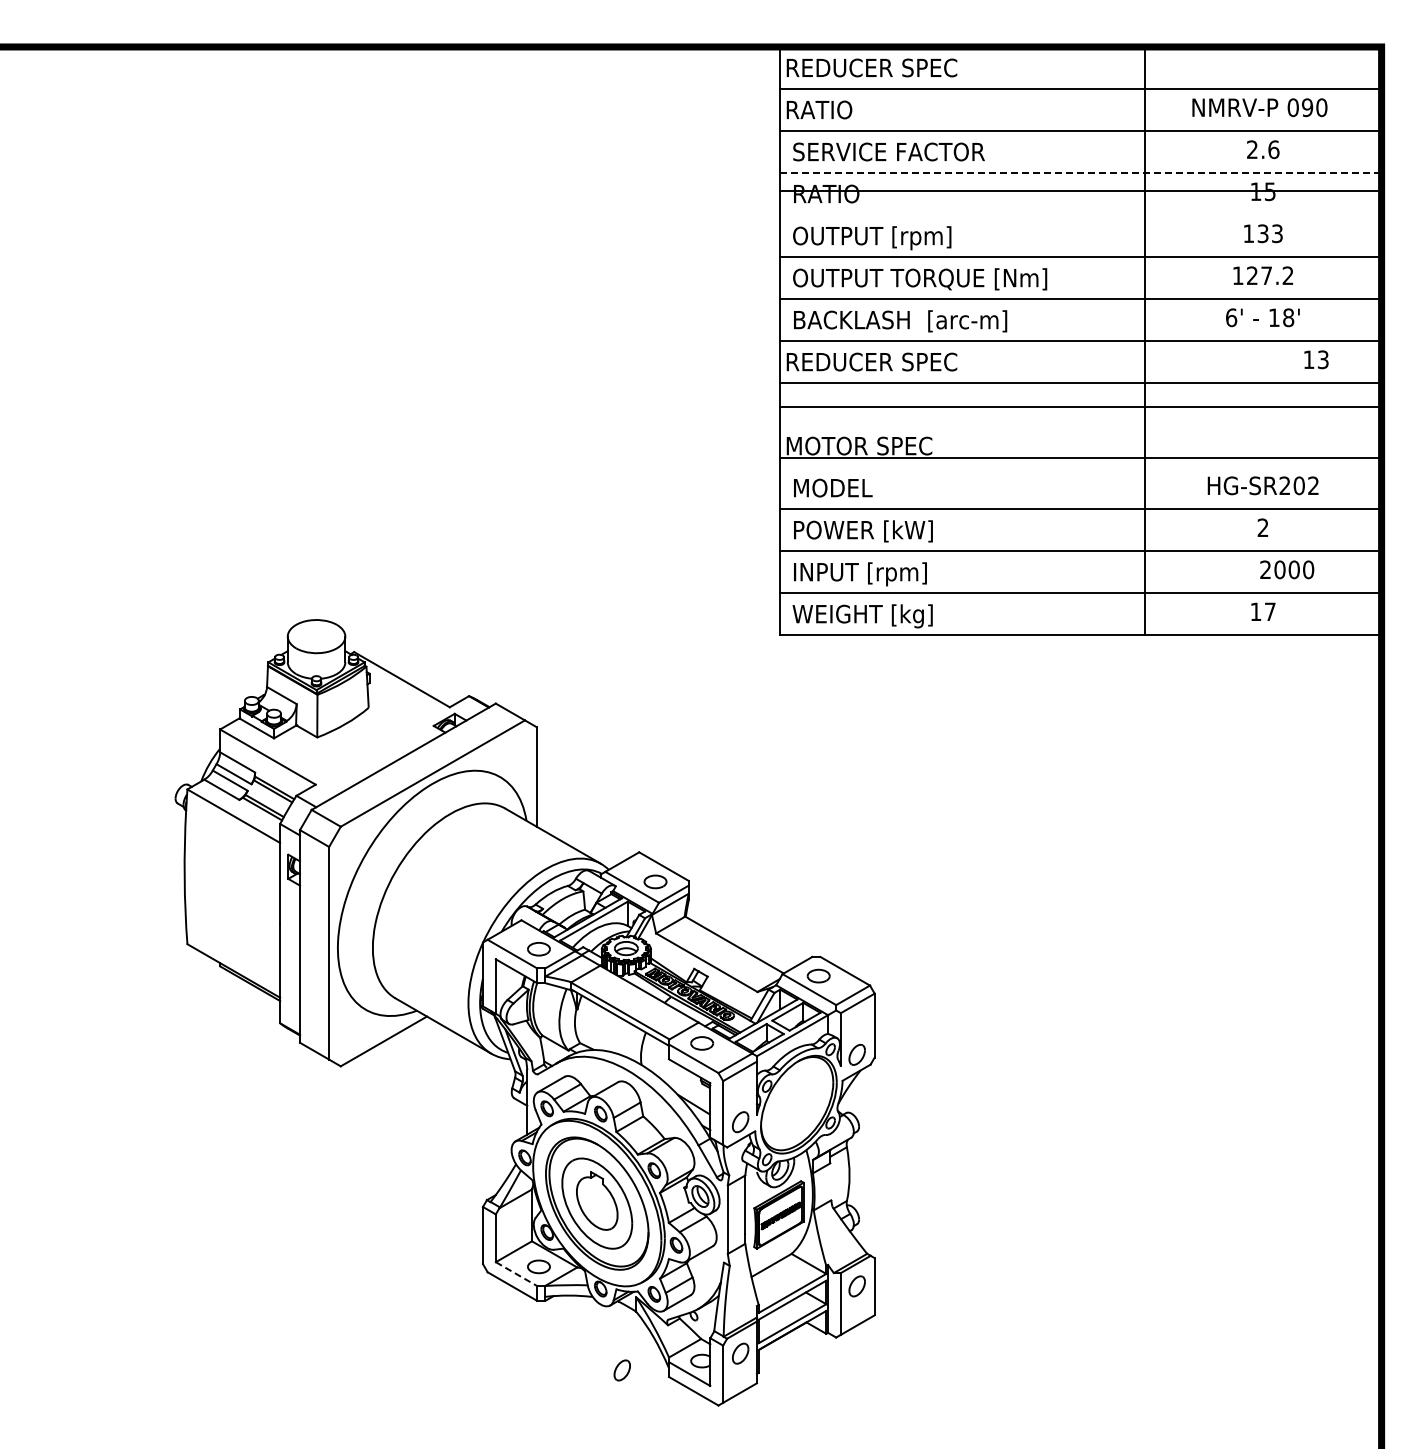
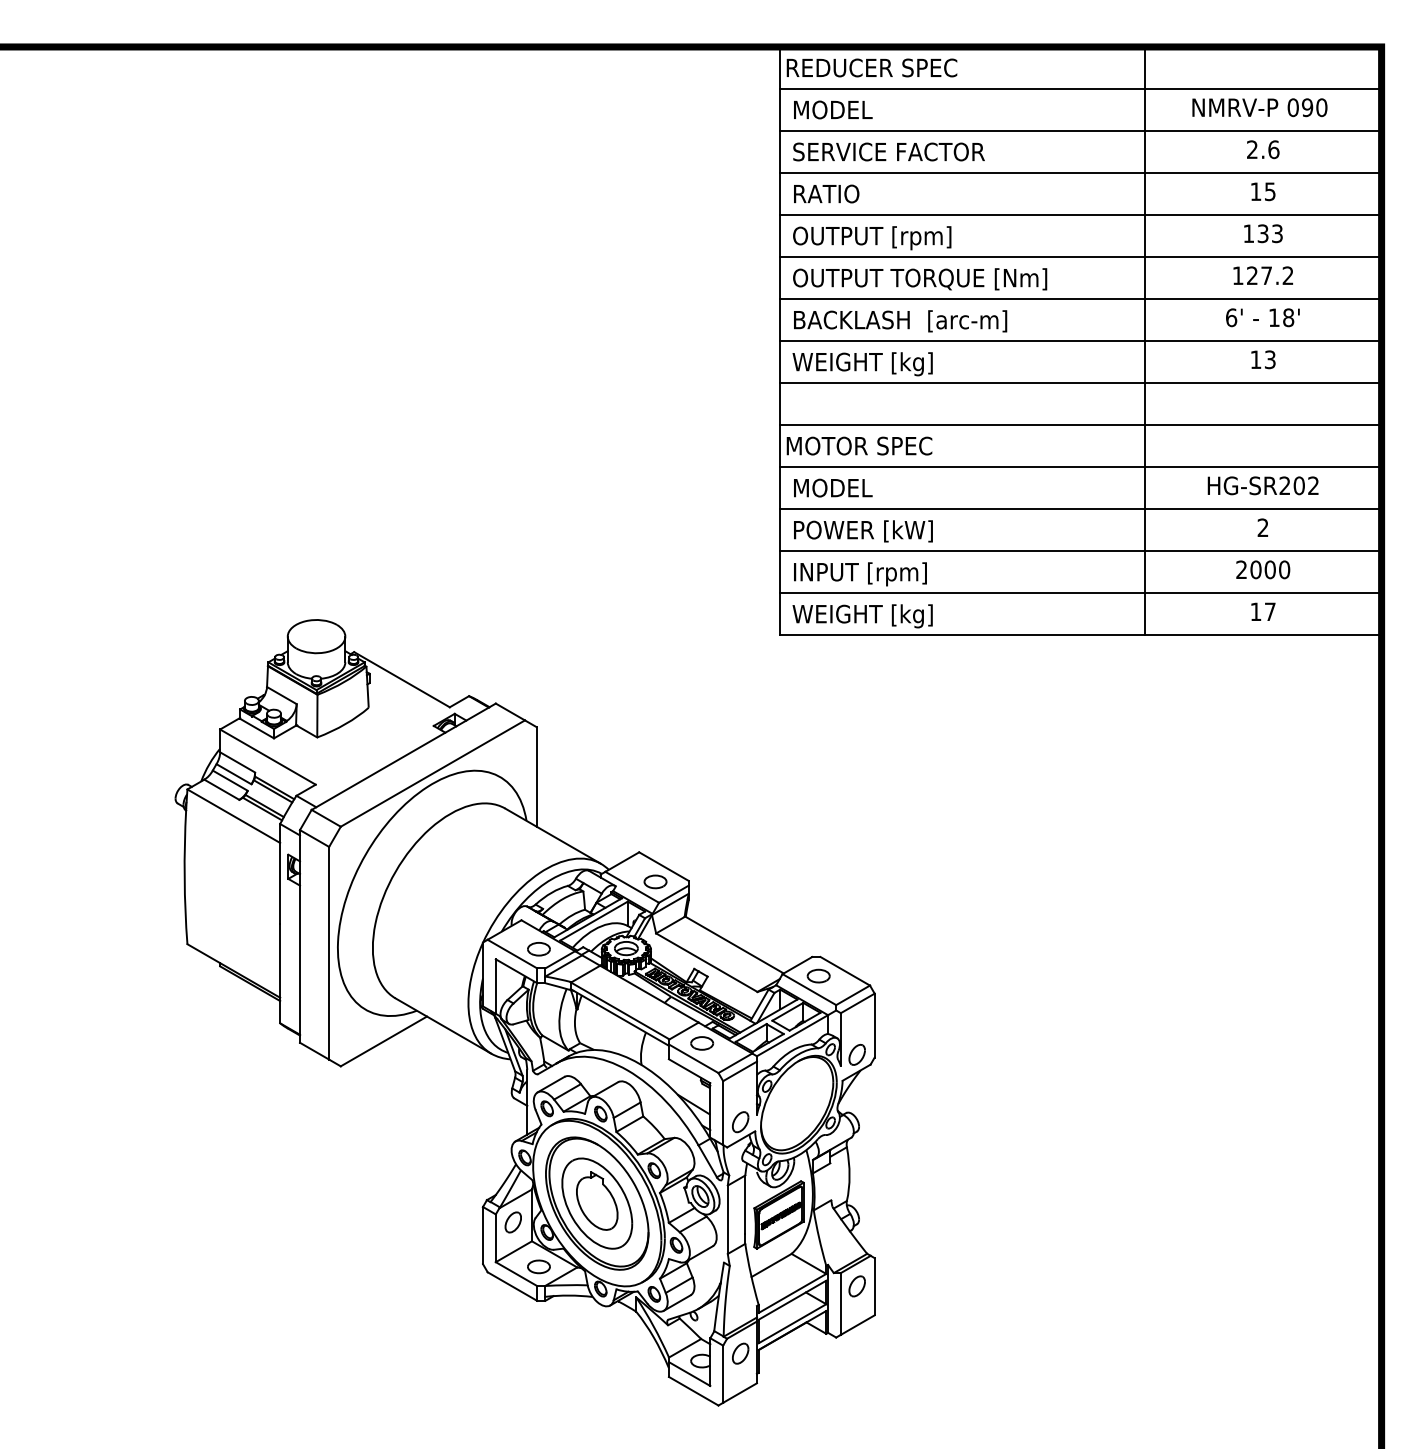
text at (829, 109): RATIO -> MODEL
line at (1080, 173): dashed -> solid
line at (1080, 191) position: (1080, 191) -> (1080, 215)
text at (1316, 359) position: (1316, 359) -> (1263, 359)
text at (871, 364): REDUCER SPEC -> WEIGHT [kg]
line at (1080, 407) position: (1080, 407) -> (1080, 425)
line at (1080, 458) position: (1080, 458) -> (1080, 467)
text at (1287, 569) position: (1287, 569) -> (1263, 569)
line at (516, 1274): dashed -> solid
part at (621, 1370) position: (621, 1370) -> (512, 1222)
